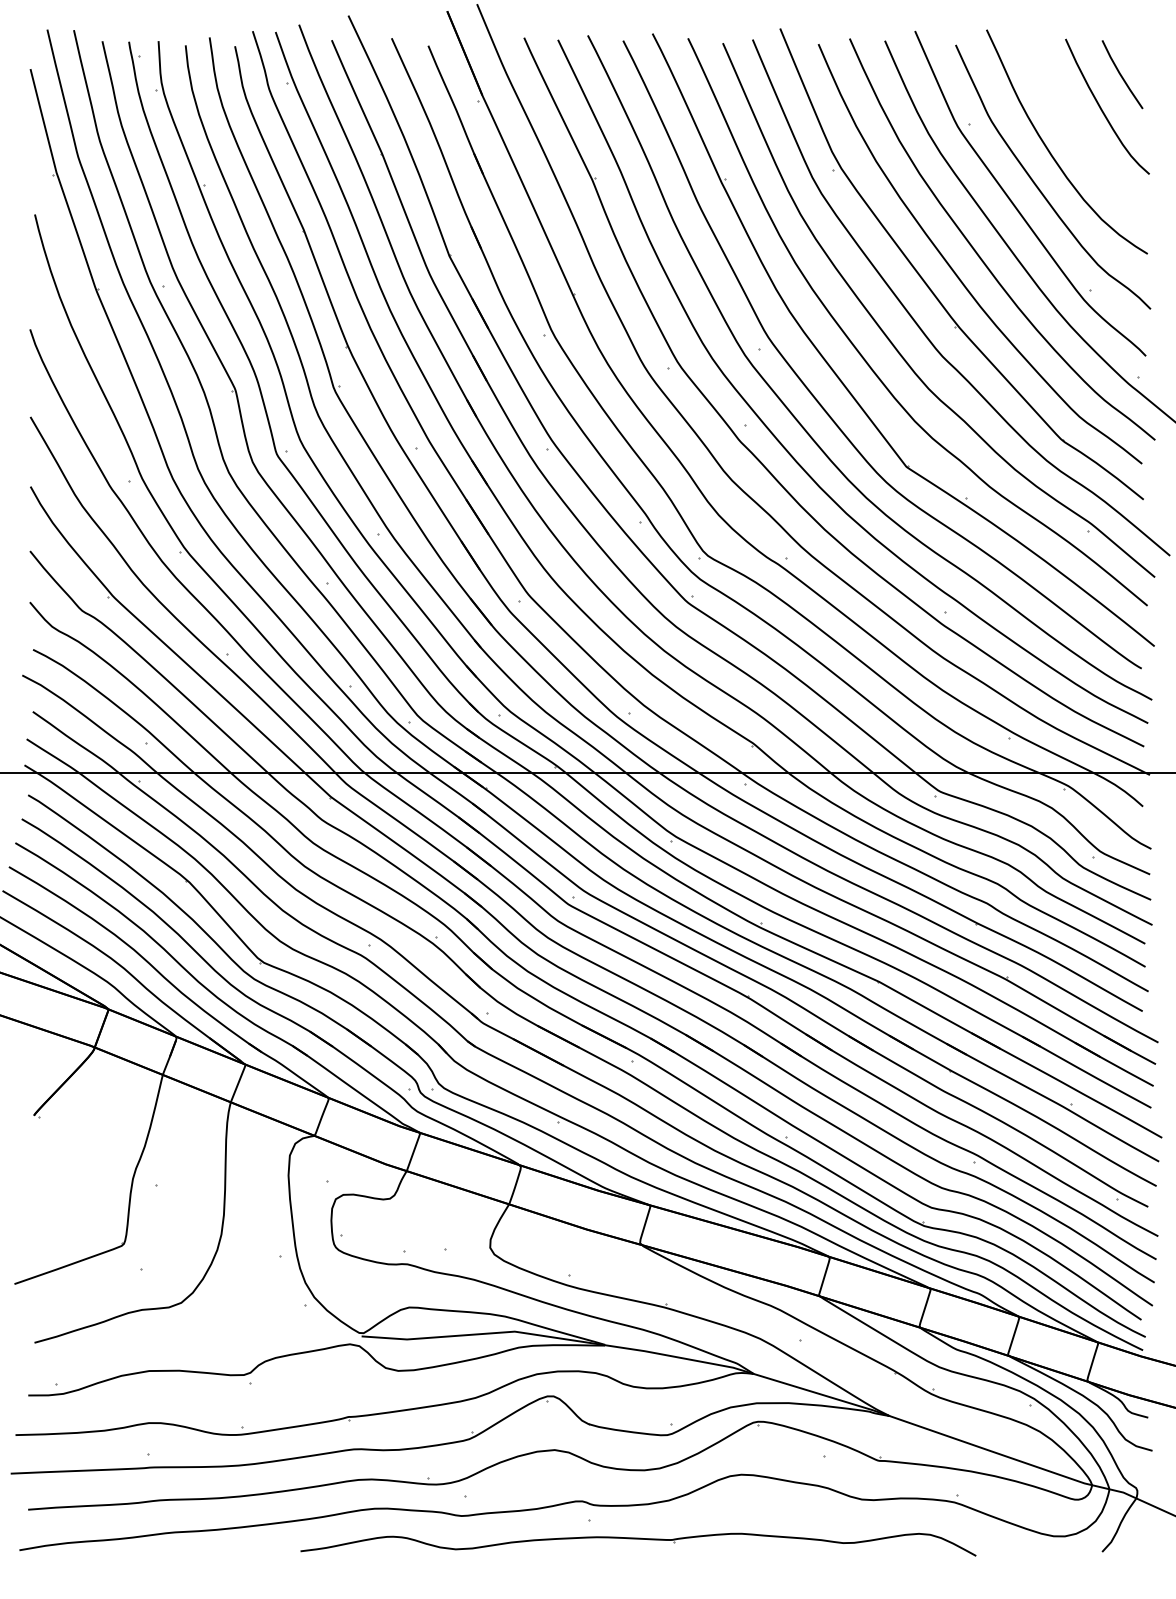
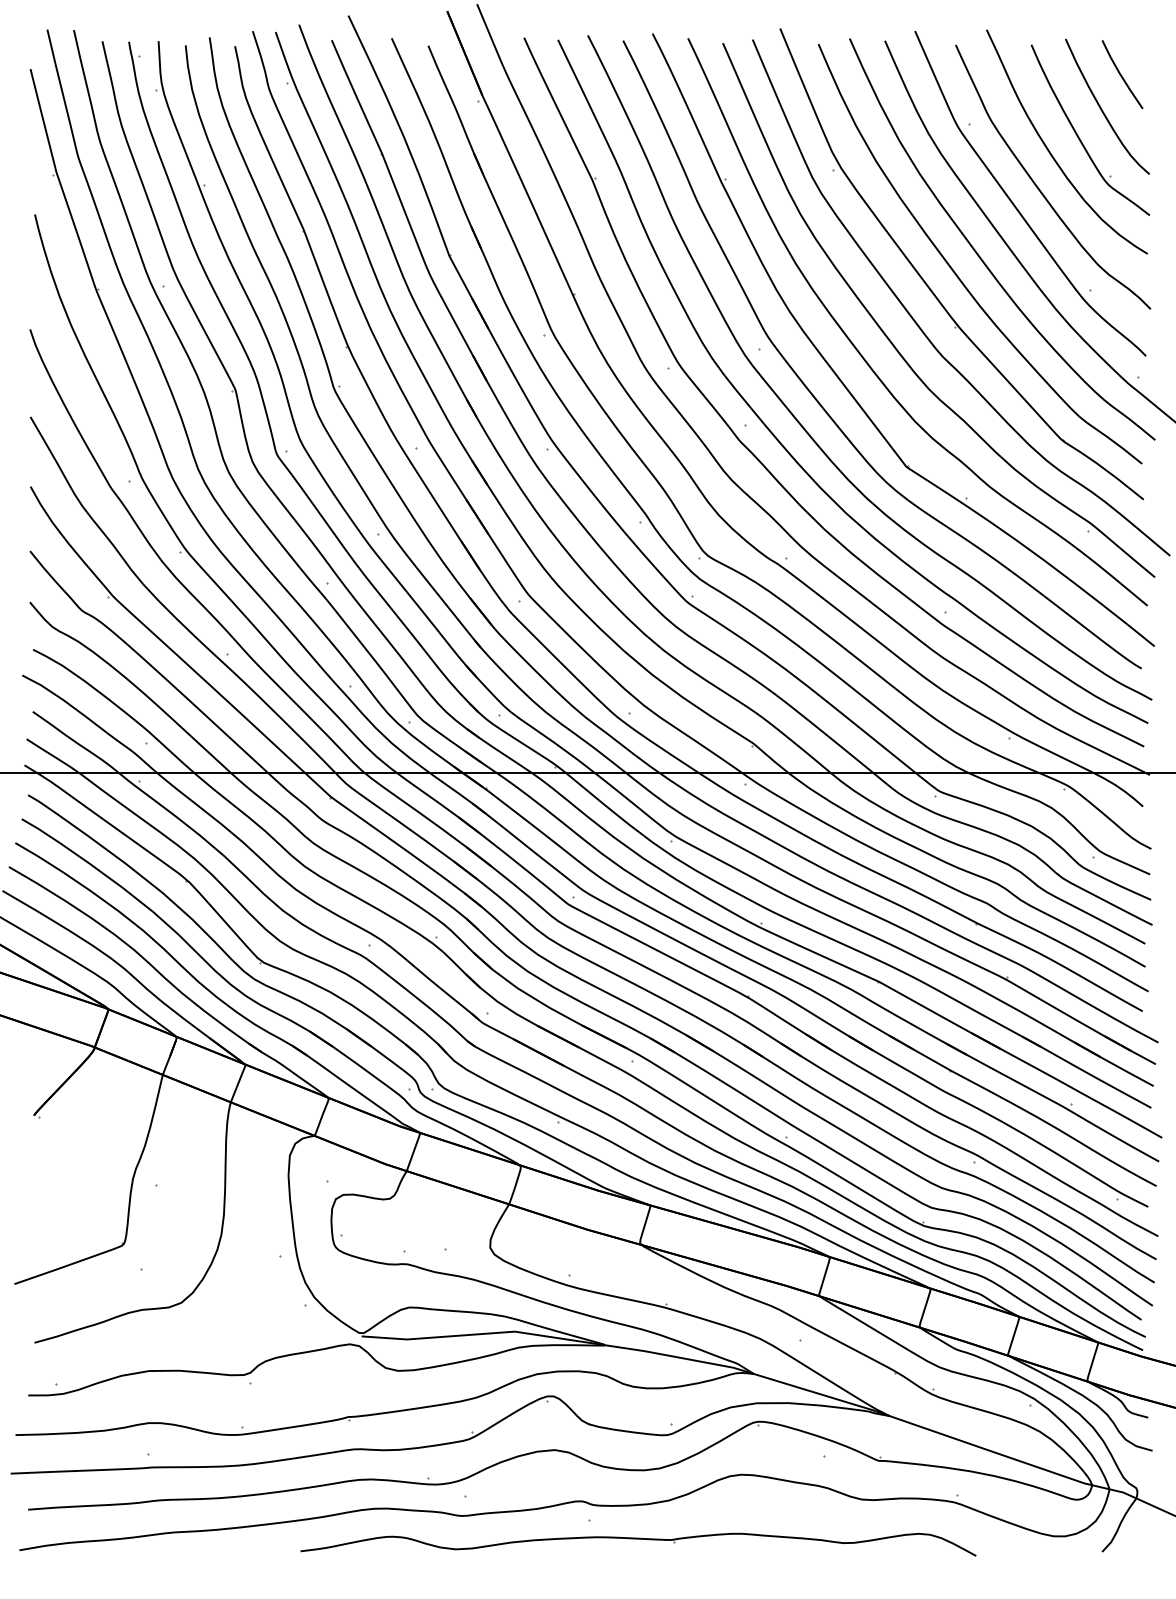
part at (1078, 135): none -> present
